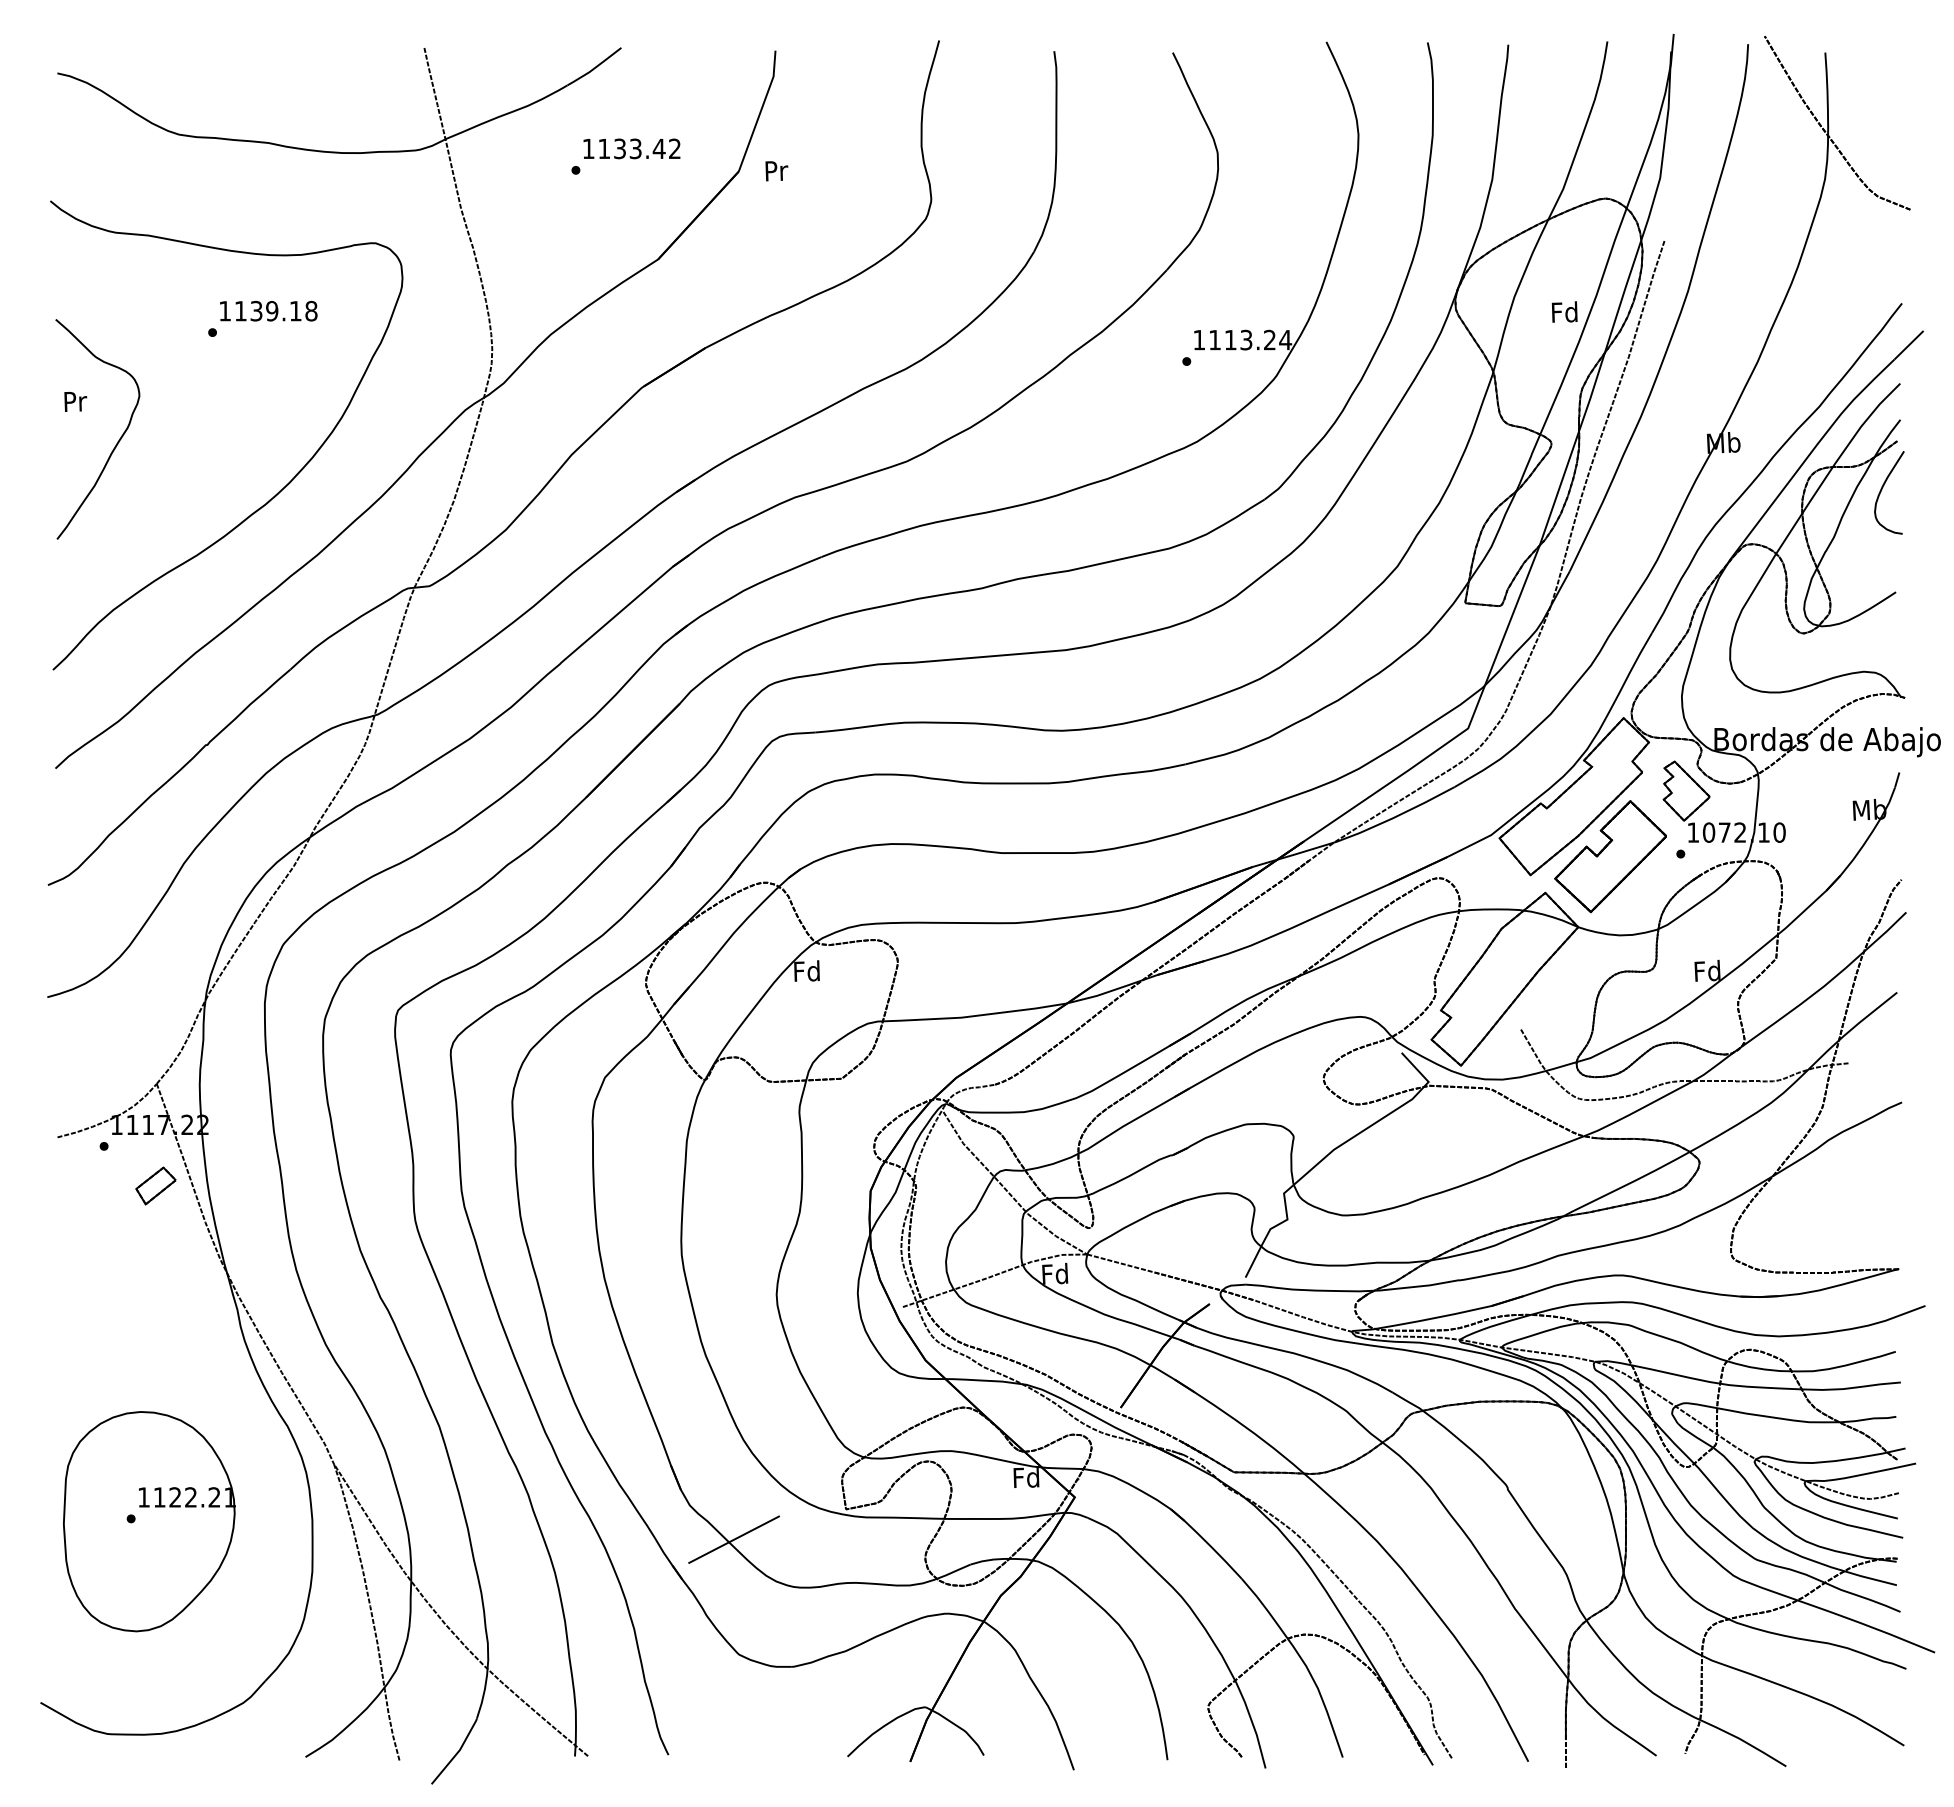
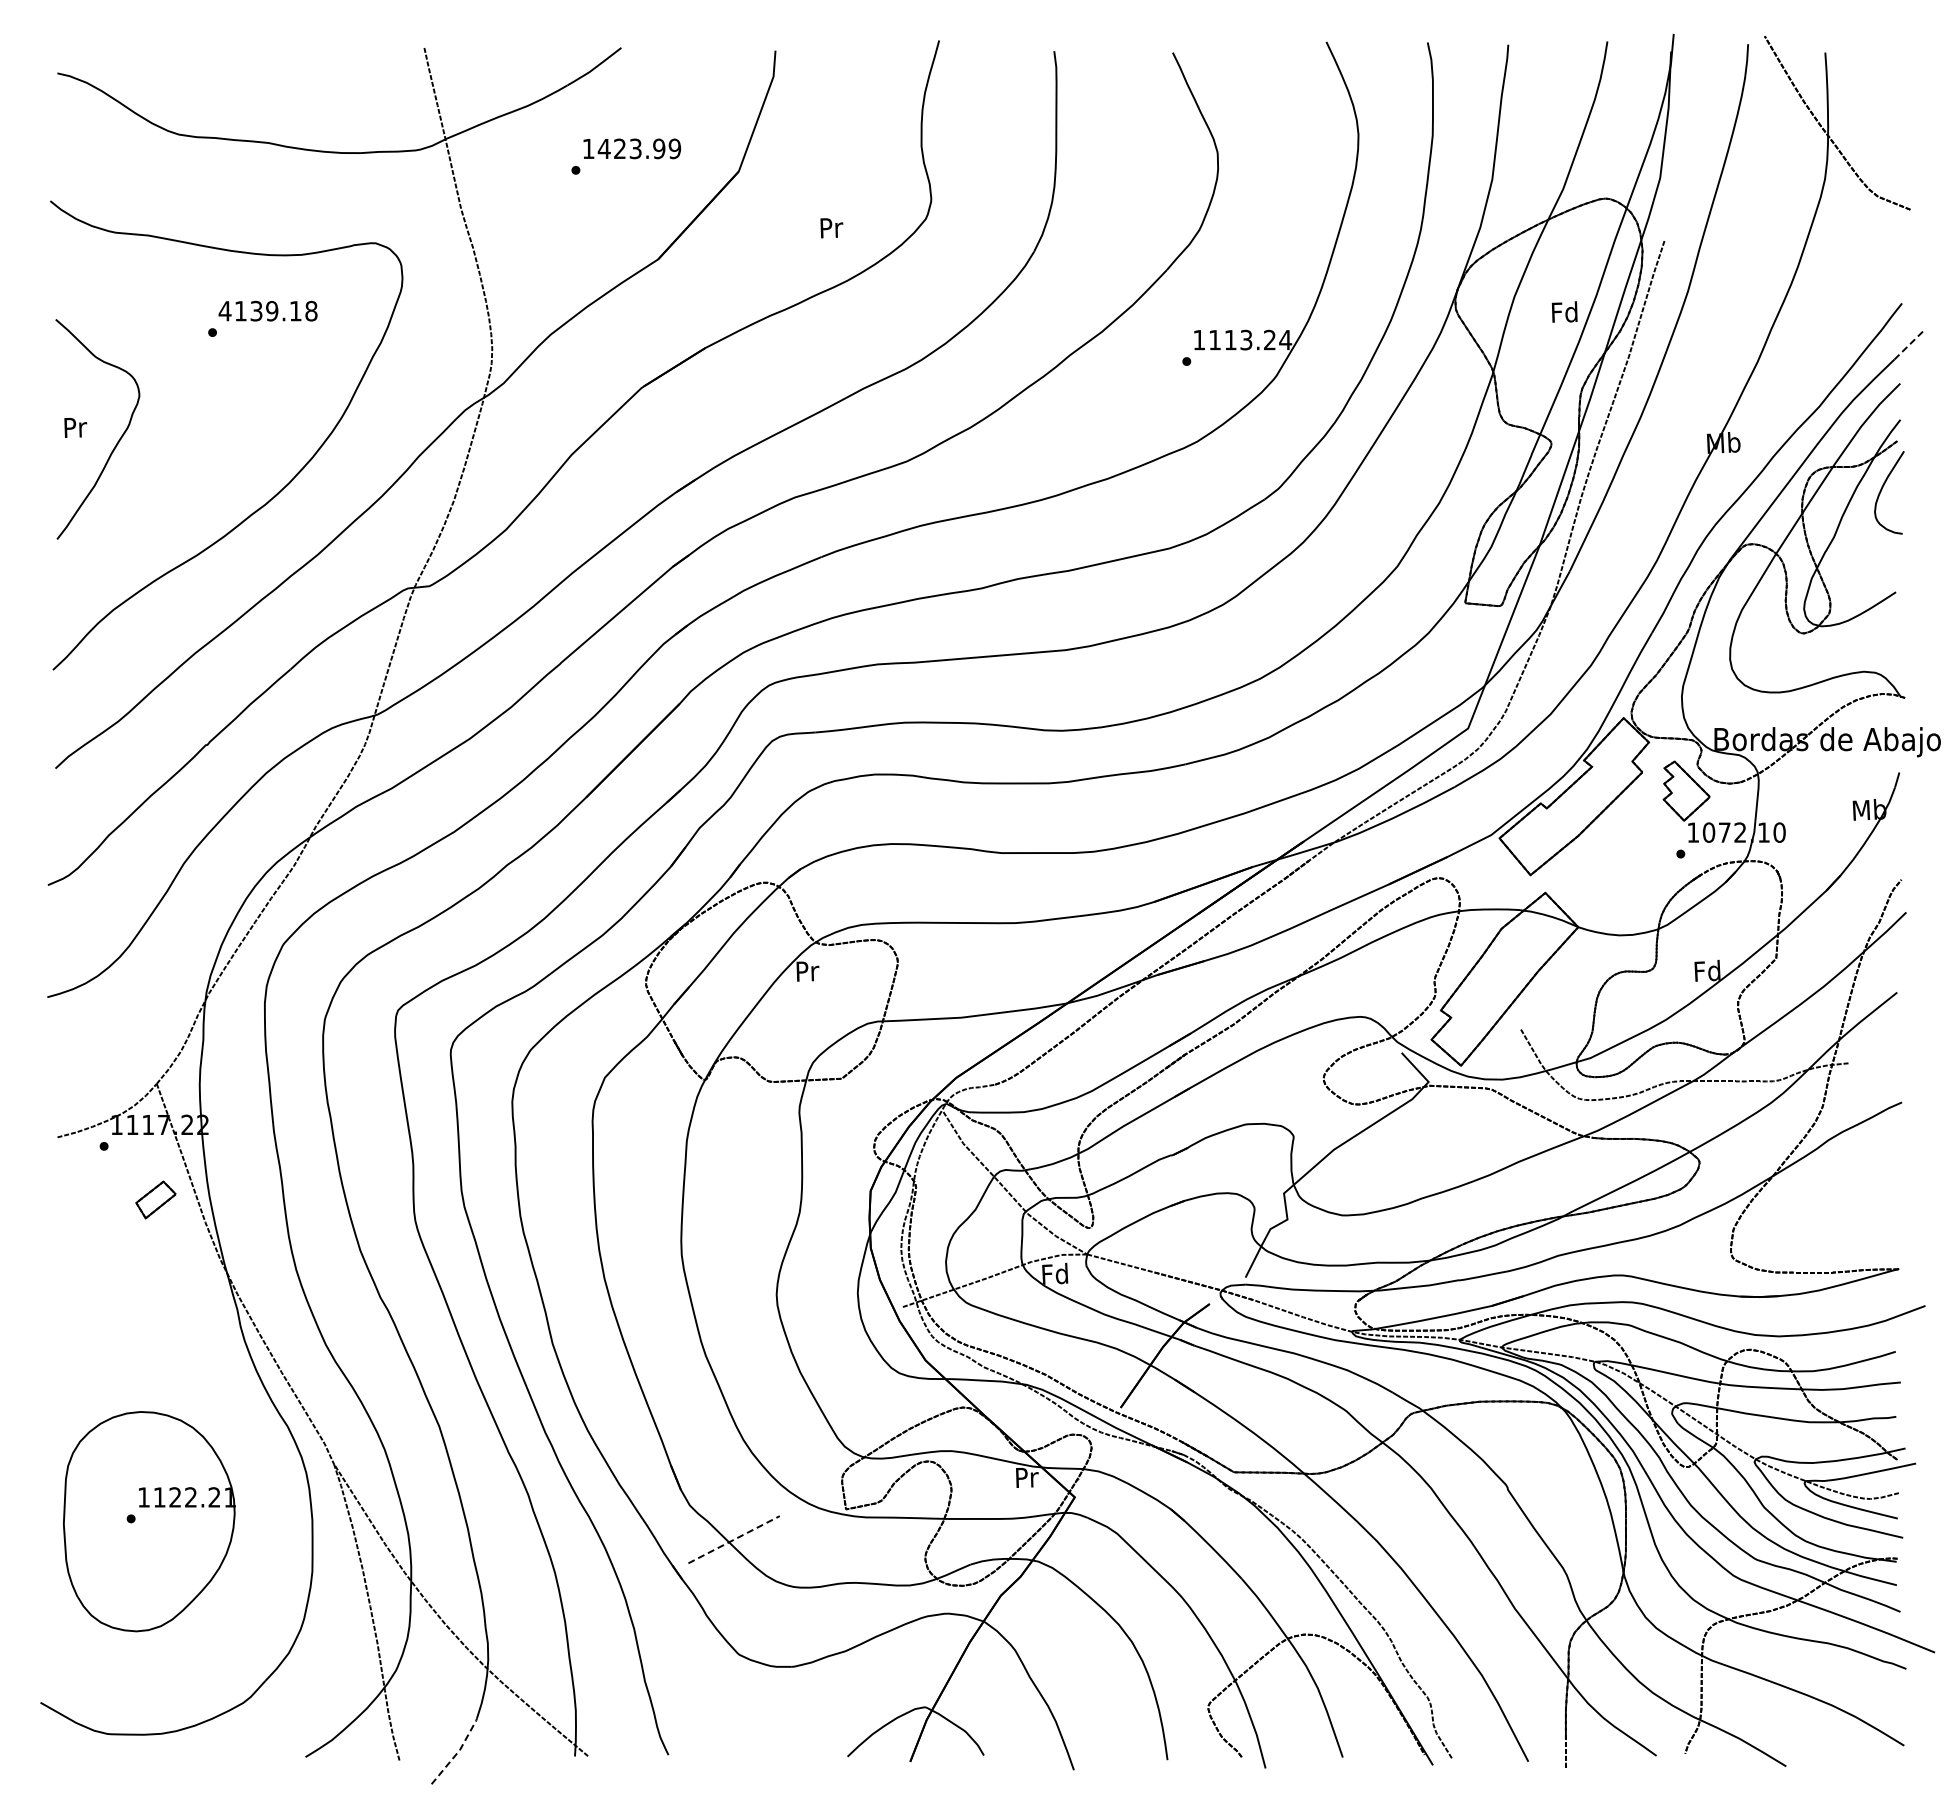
text at (639, 148): 1133.42 -> 1423.99
text at (776, 171) position: (776, 171) -> (831, 228)
text at (224, 311): 1139.18 -> 4139.18
line at (1909, 344): solid -> dashed
text at (75, 401) position: (75, 401) -> (75, 427)
part at (1610, 856): present -> none
text at (806, 970): Fd -> Pr
part at (155, 1185) position: (155, 1185) -> (155, 1199)
text at (1026, 1477): Fd -> Pr
line at (734, 1539): solid -> dashed
line at (458, 1752): solid -> dashed
